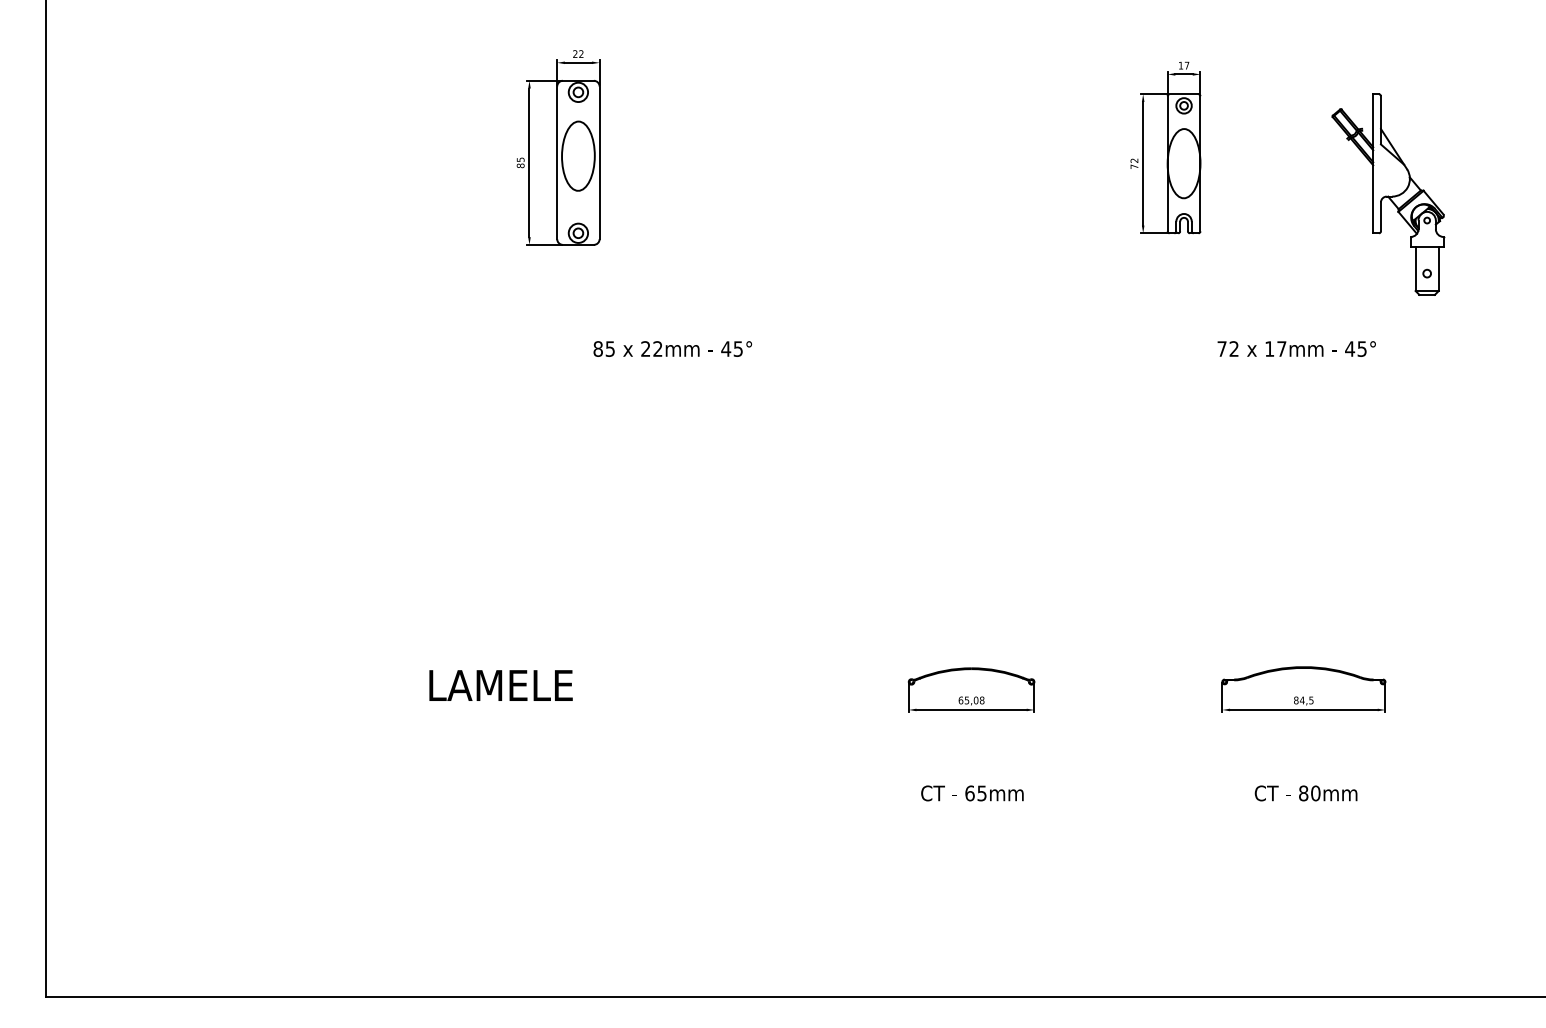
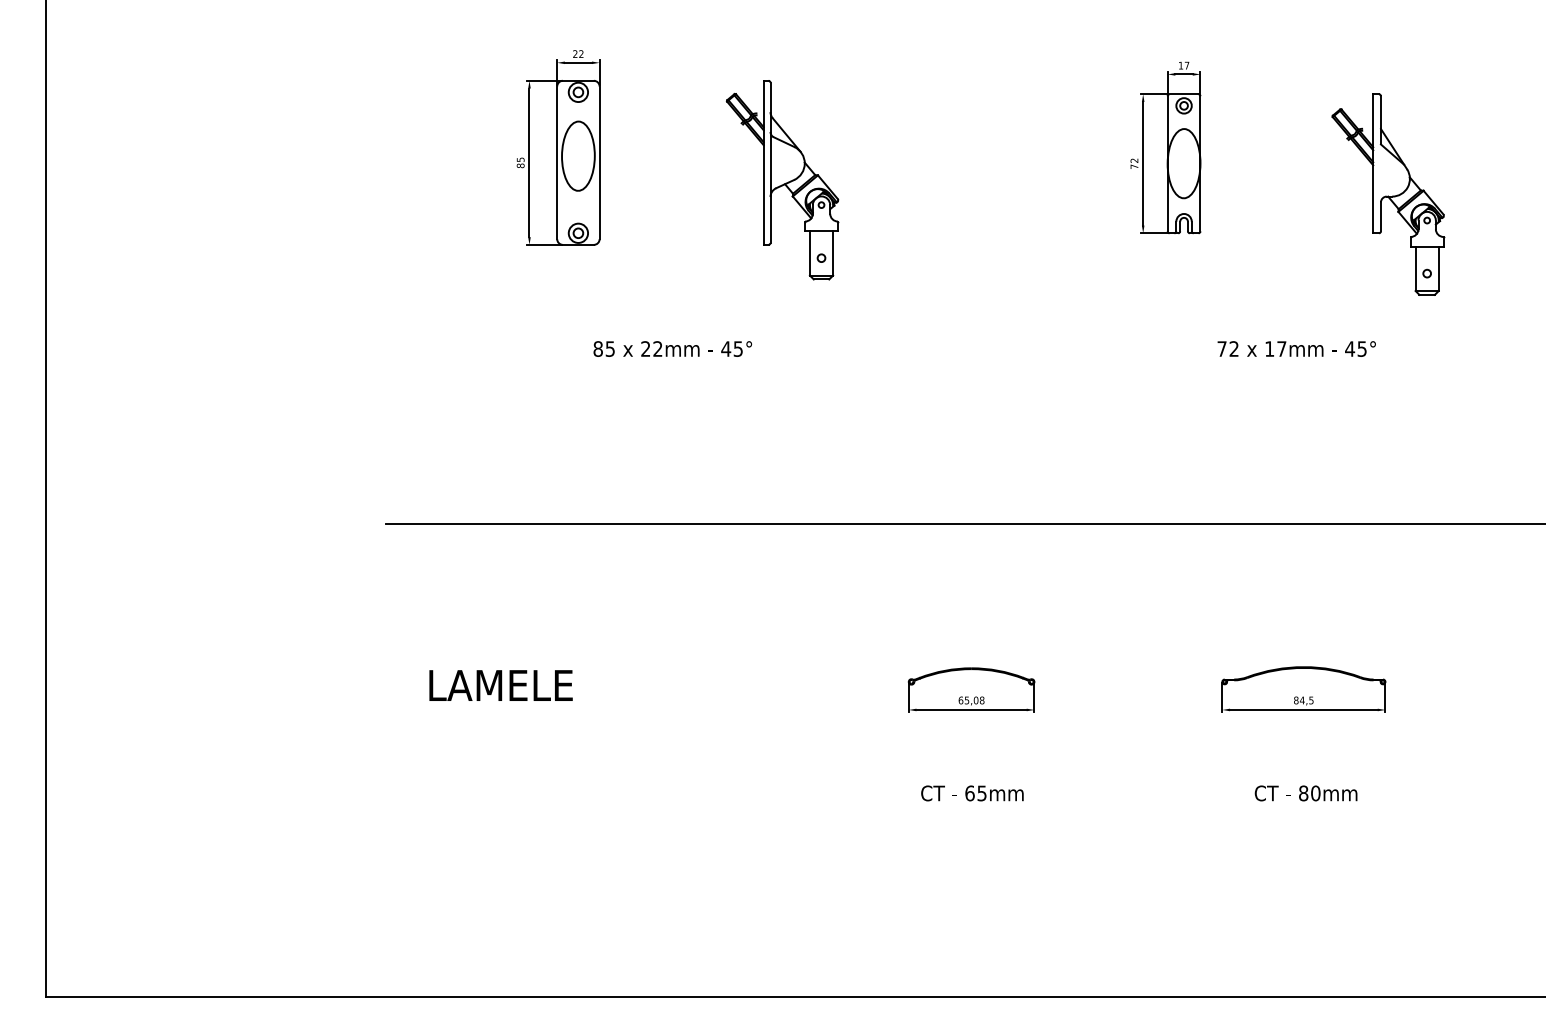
part at (782, 180): none -> present
line at (964, 524): none -> present
